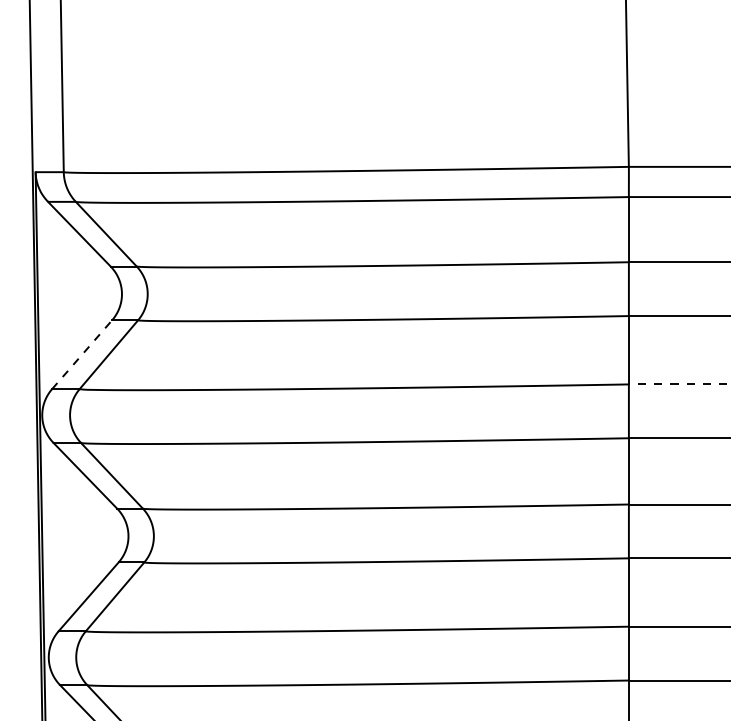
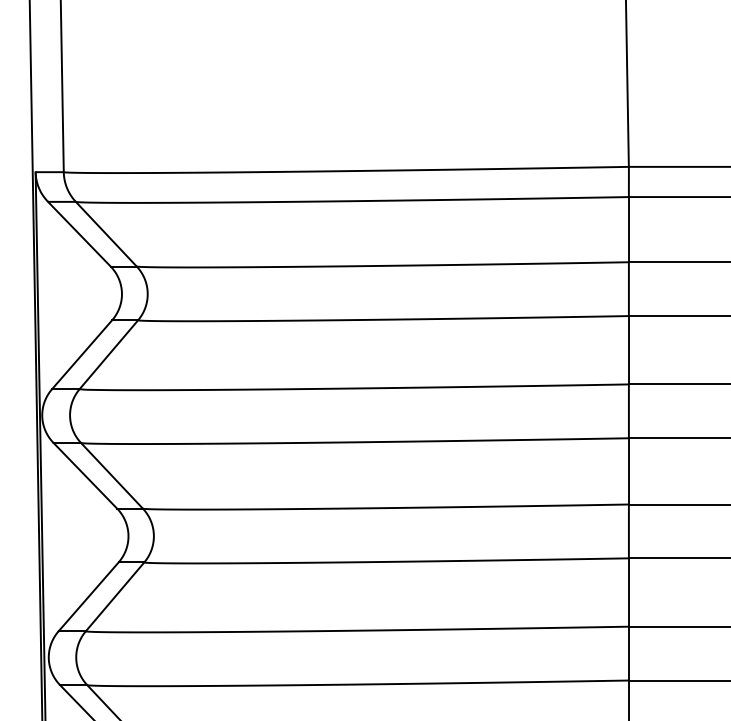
line at (82, 354): dashed -> solid
line at (679, 384): dashed -> solid
